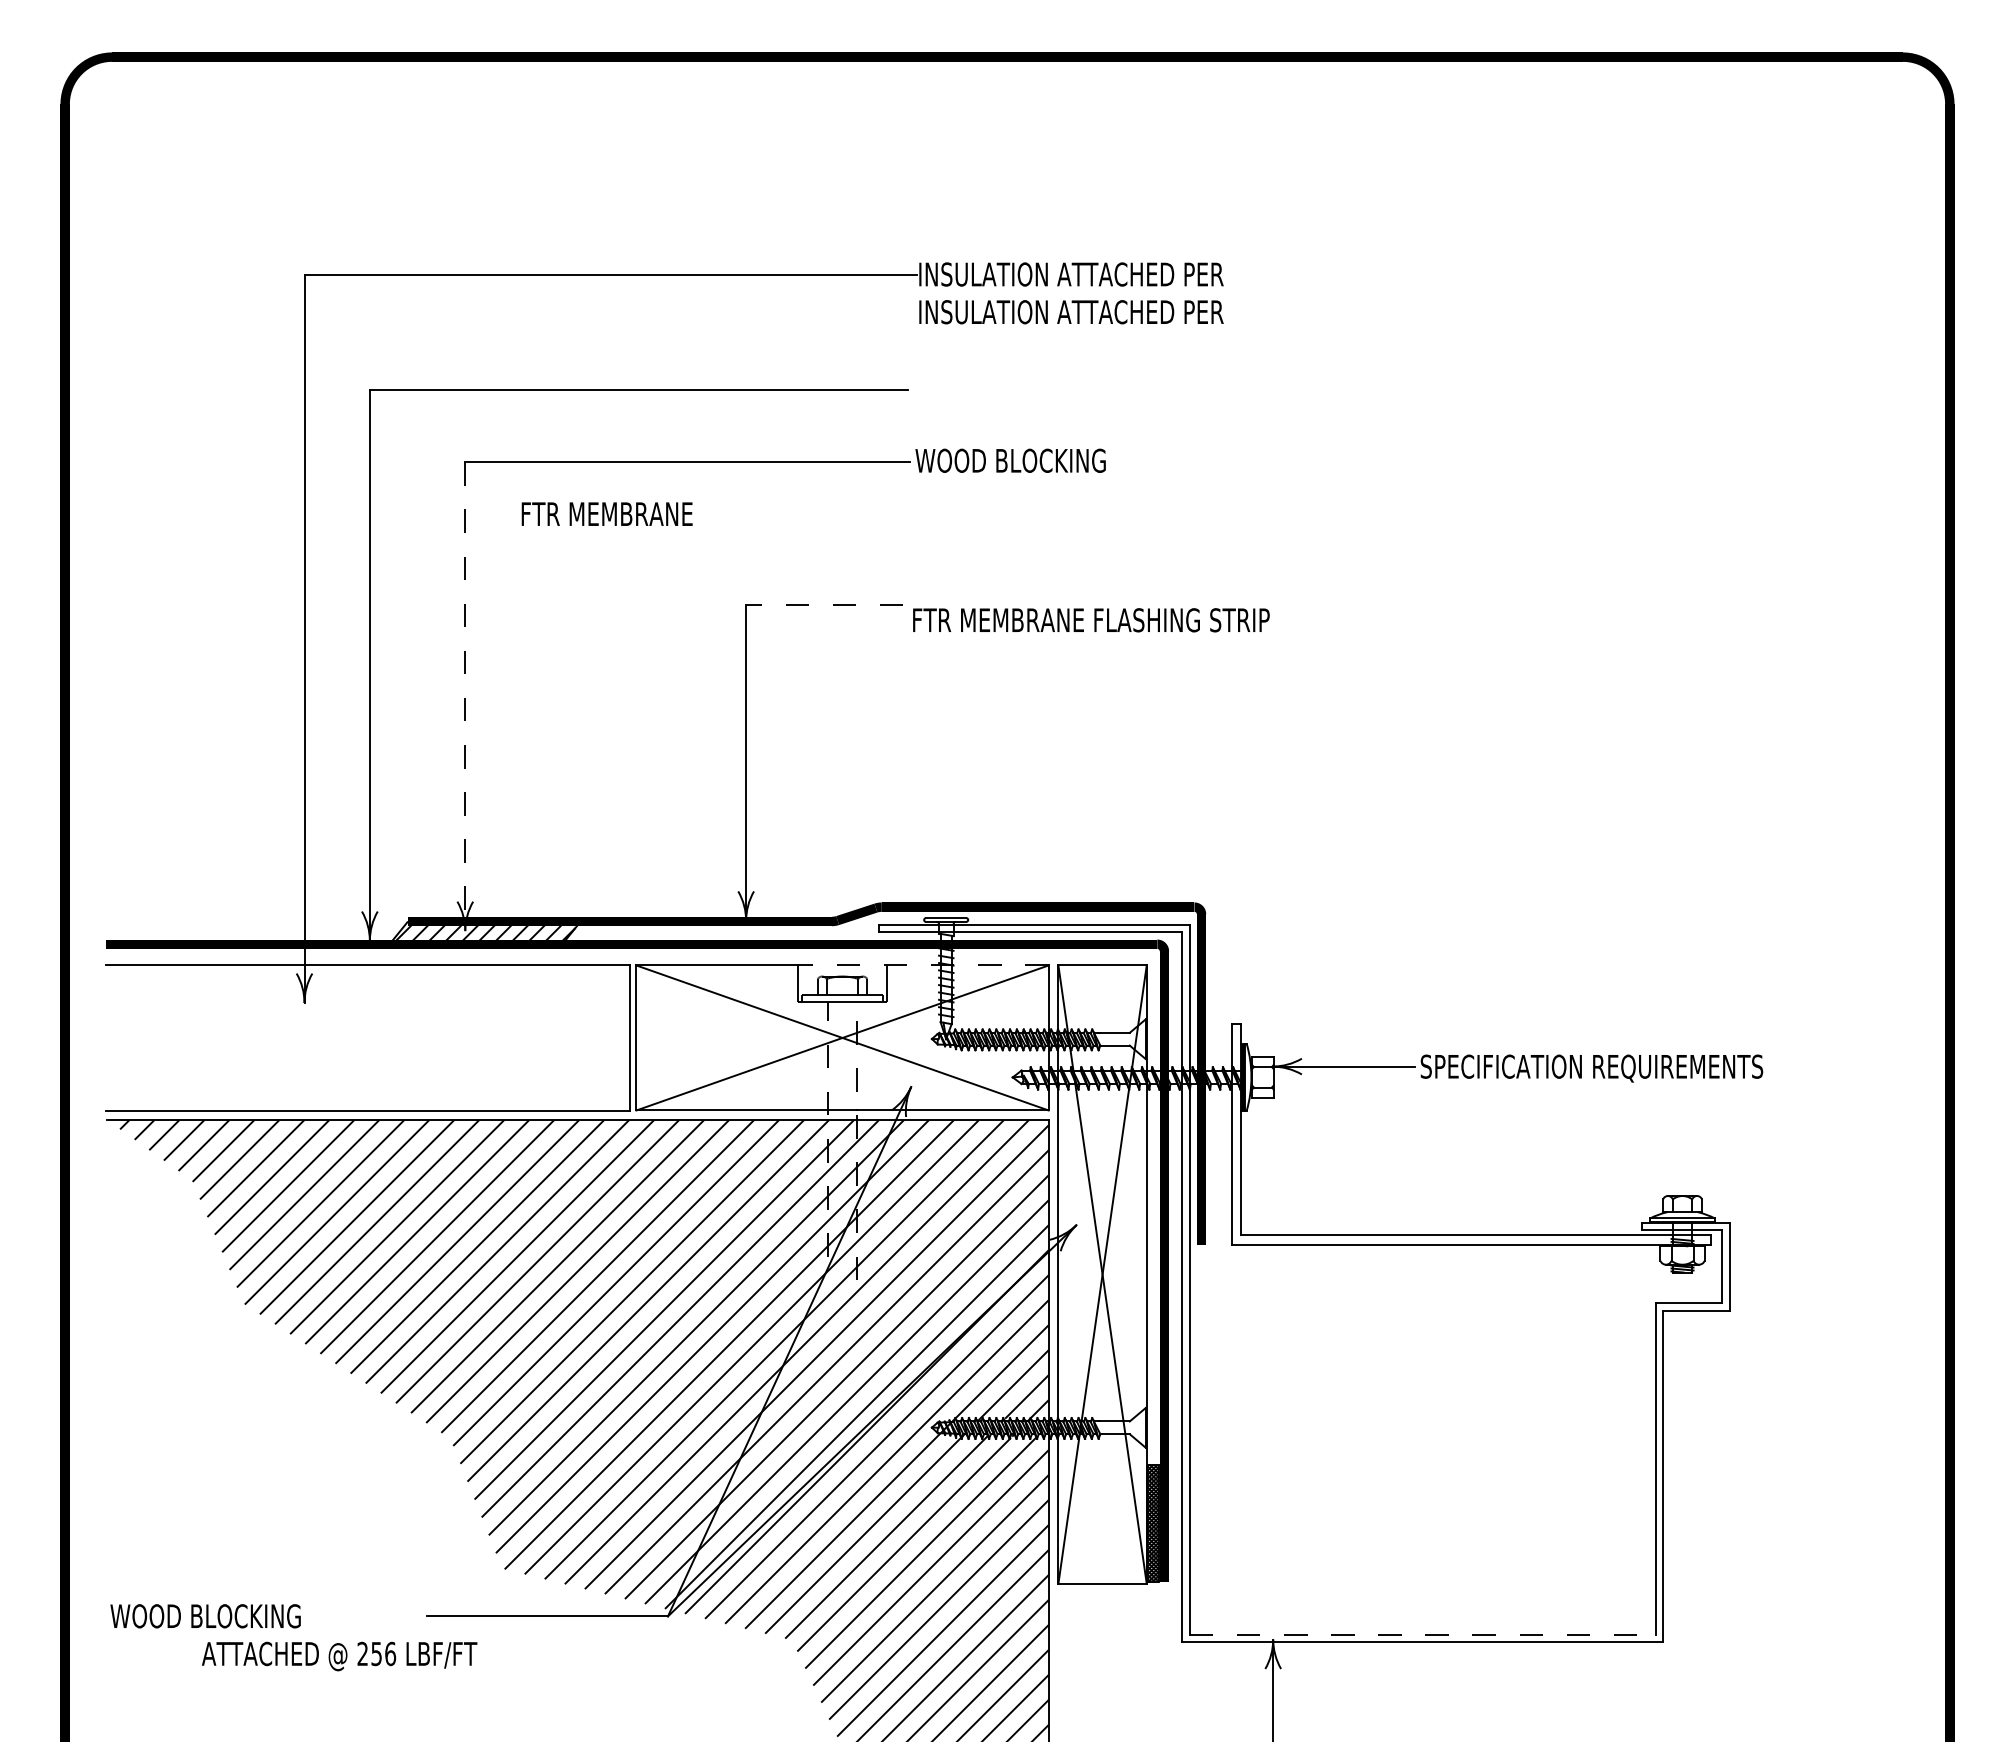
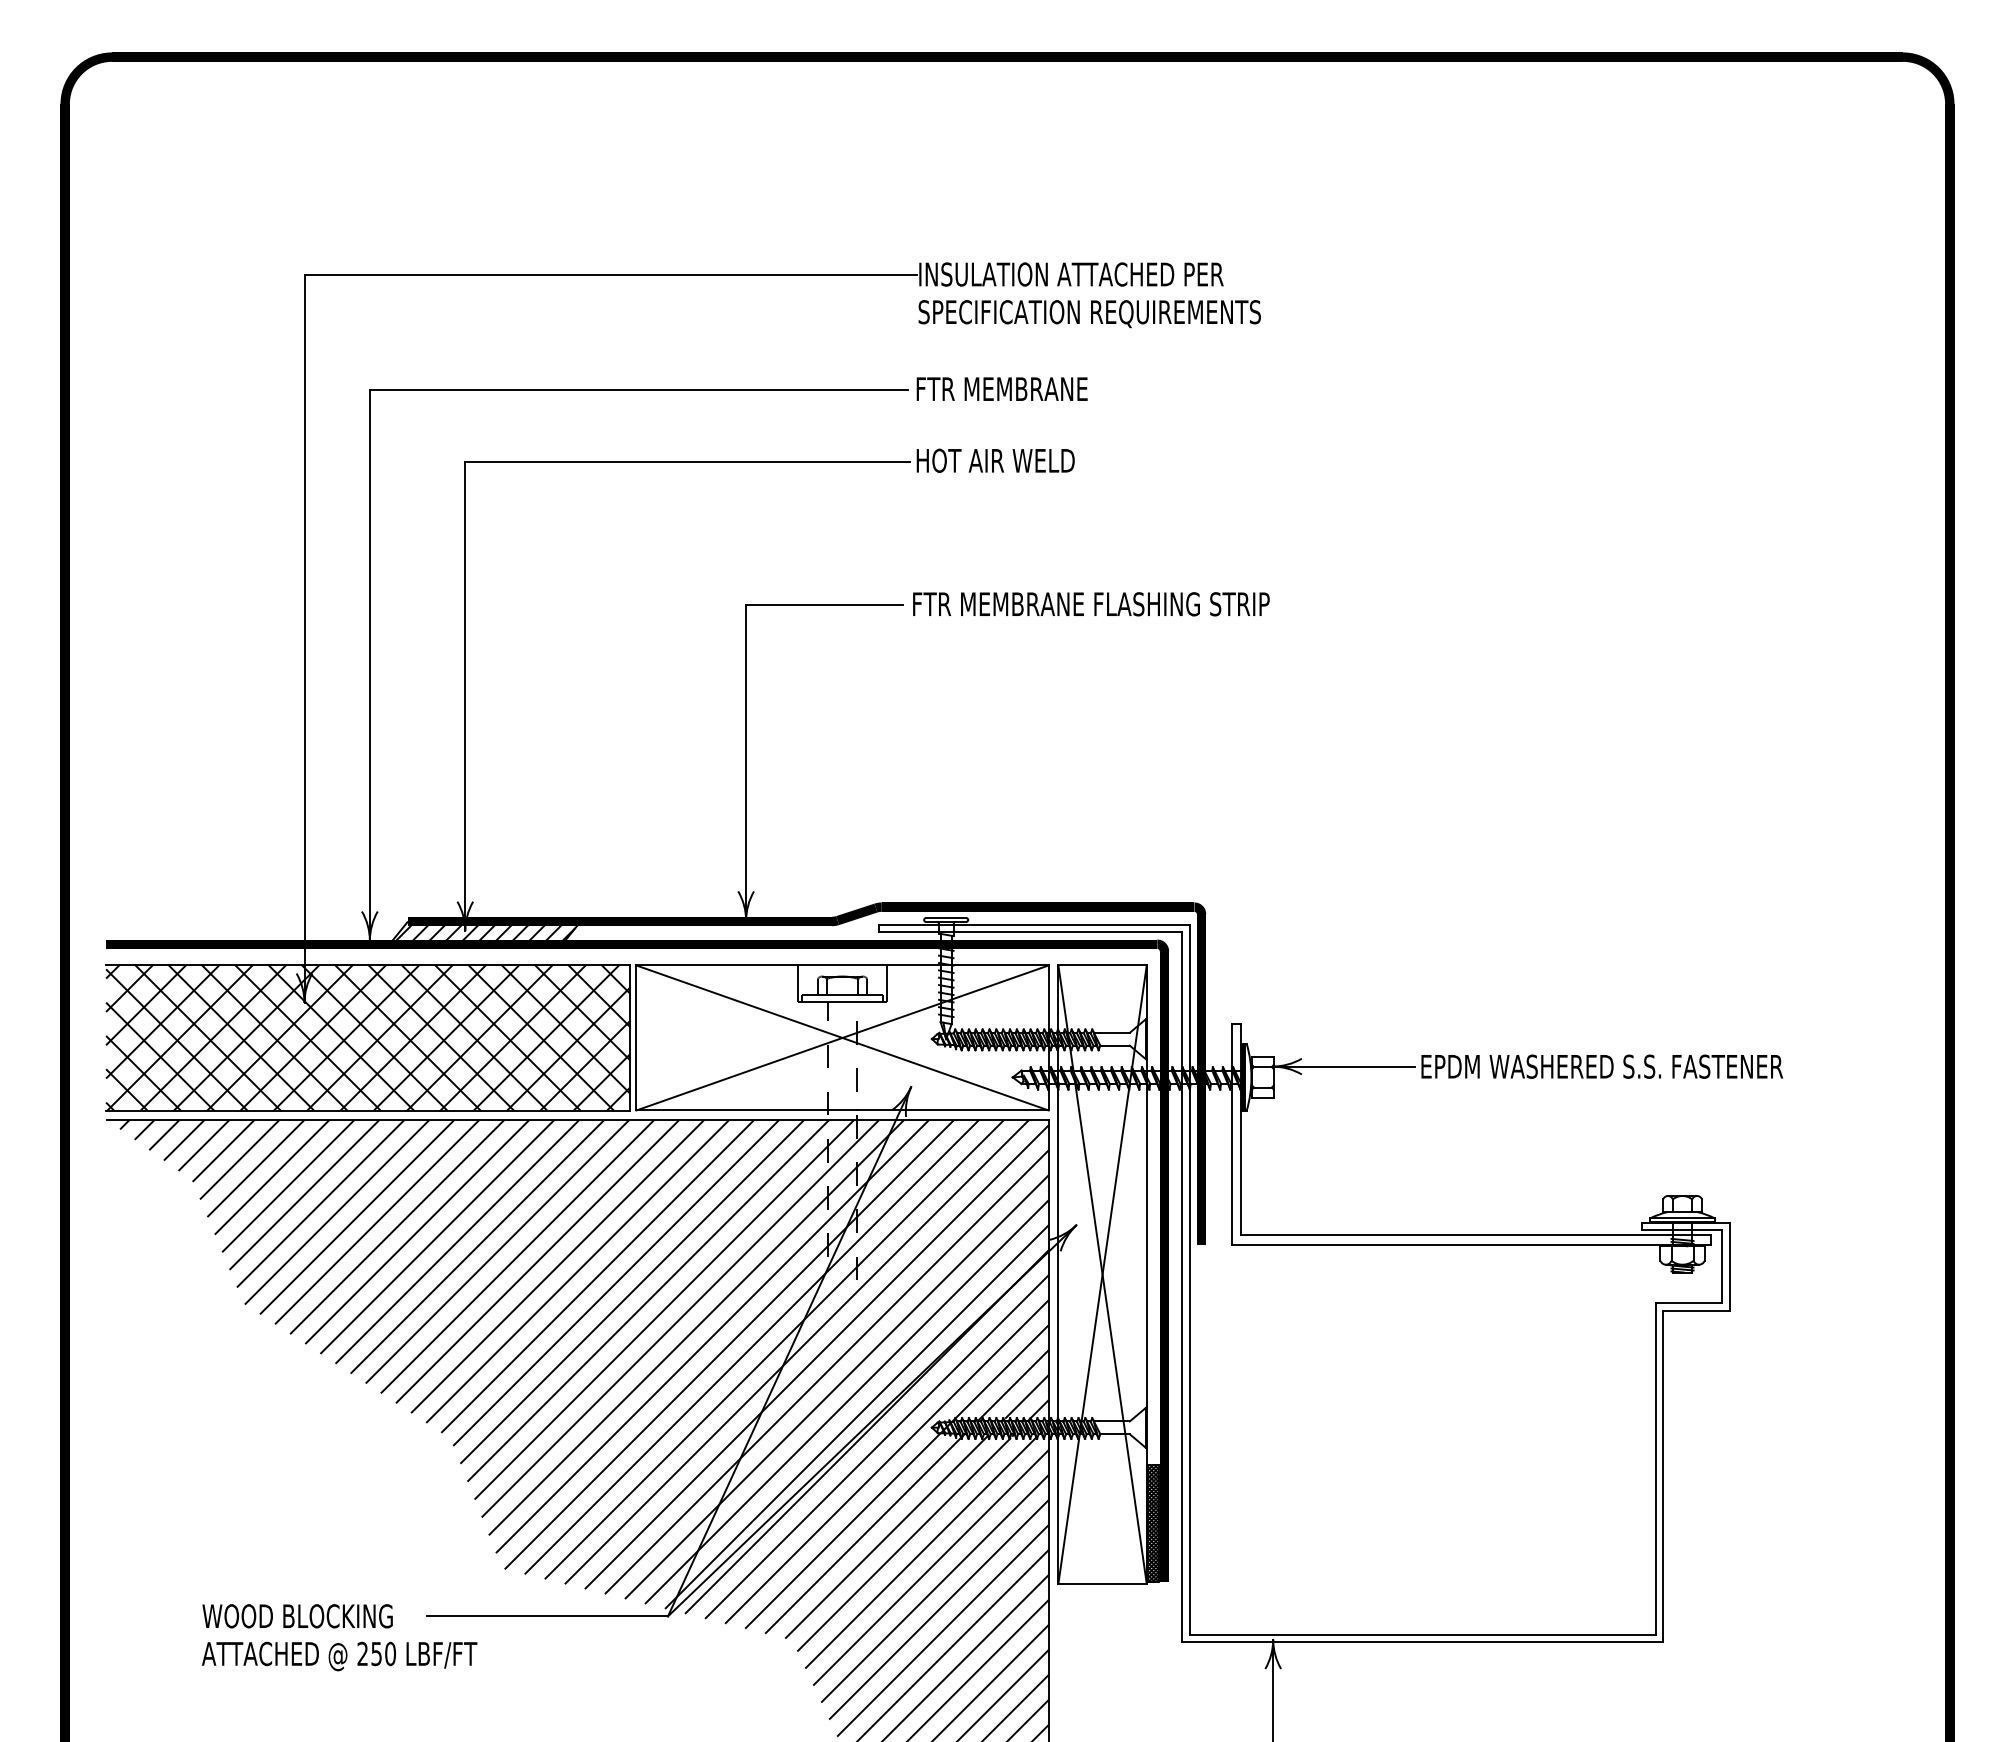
text at (1089, 314): INSULATION ATTACHED PER -> SPECIFICATION REQUIREMENTS
text at (1010, 460): WOOD BLOCKING -> HOT AIR WELD
text at (606, 513) position: (606, 513) -> (1001, 388)
line at (824, 604): dashed -> solid
text at (1091, 620) position: (1091, 620) -> (1091, 604)
line at (465, 697): dashed -> solid
line at (923, 965): dashed -> solid
hatch at (368, 1037): none -> present
text at (1601, 1068): SPECIFICATION REQUIREMENTS -> EPDM WASHERED S.S. FASTENER
text at (205, 1616) position: (205, 1616) -> (297, 1616)
line at (1423, 1634): dashed -> solid
text at (390, 1653): 256 -> 250
